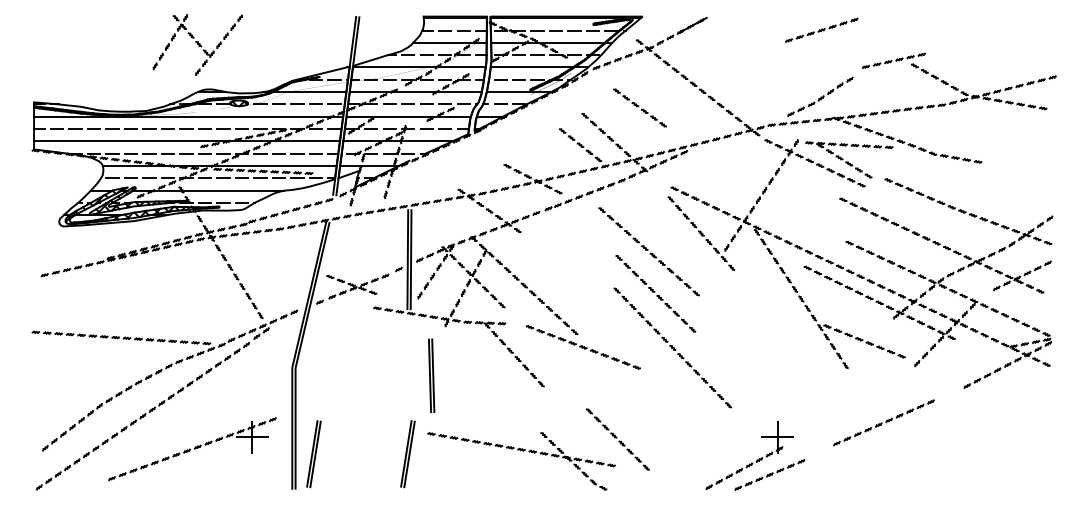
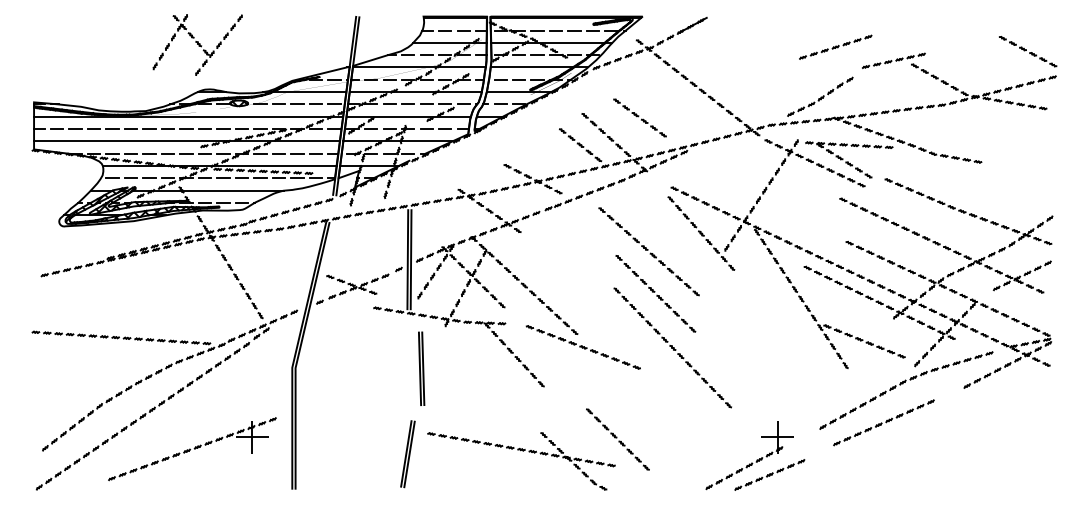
part at (821, 29) position: (821, 29) -> (835, 46)
part at (1028, 51): none -> present
part at (639, 107) position: (639, 107) -> (639, 117)
part at (431, 375) position: (431, 375) -> (421, 368)
part at (903, 384): none -> present
part at (313, 454): present -> none
